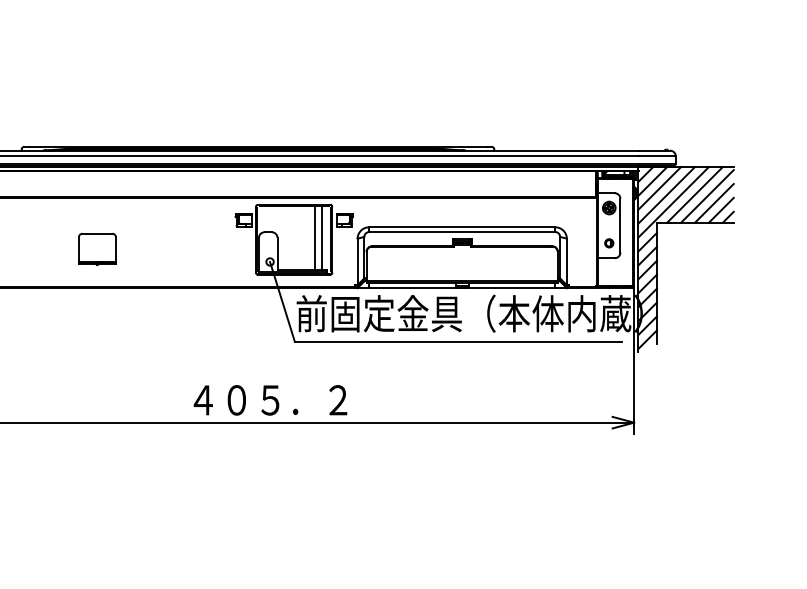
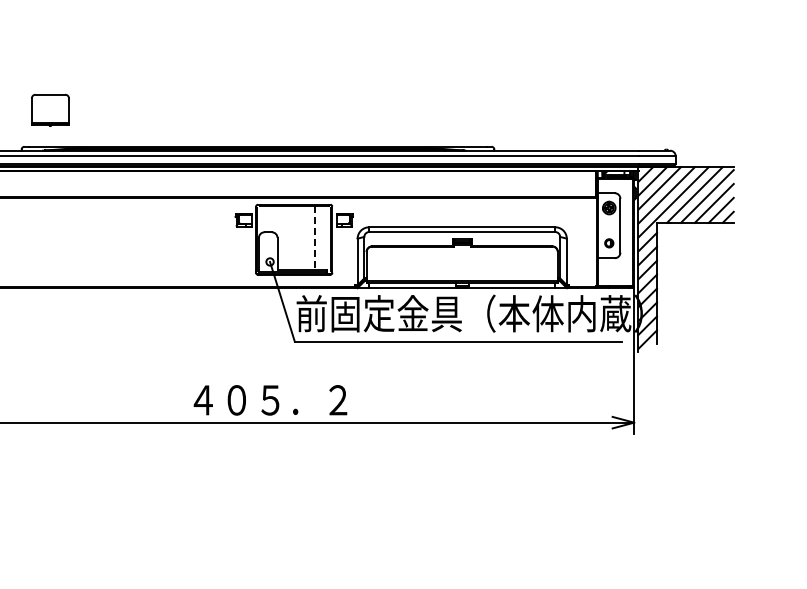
line at (322, 237): present -> none
line at (314, 238): solid -> dashed
part at (97, 249) position: (97, 249) -> (50, 110)
